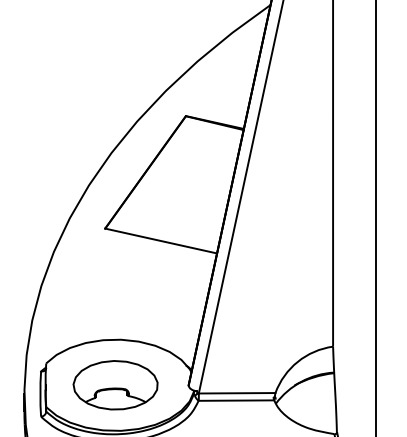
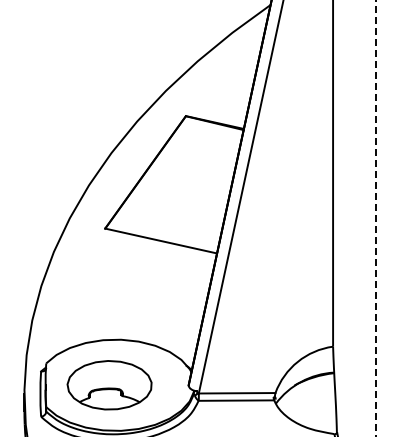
line at (375, 217): solid -> dashed
part at (115, 385) position: (115, 385) -> (109, 385)
